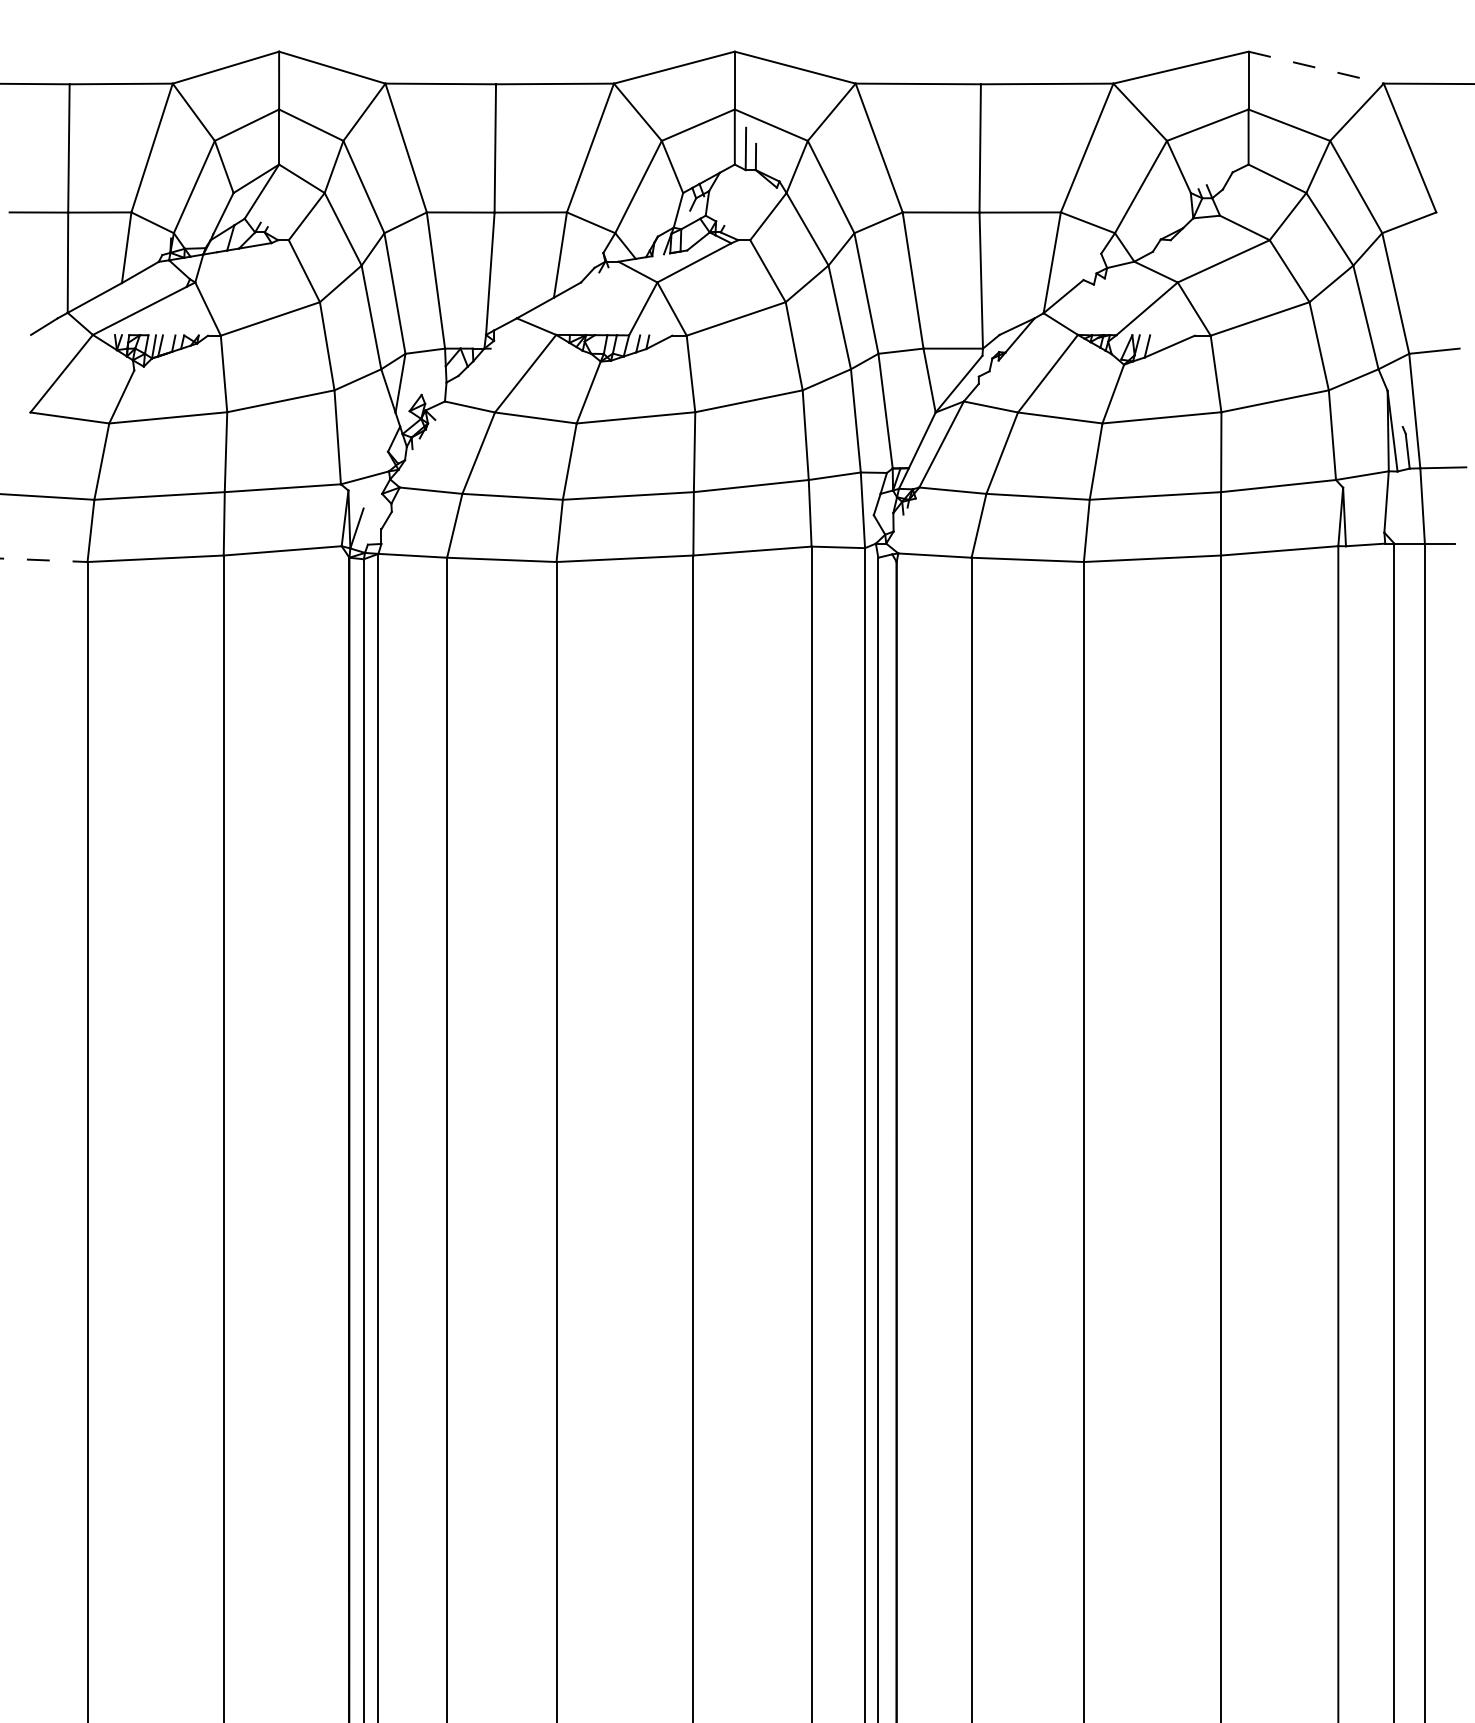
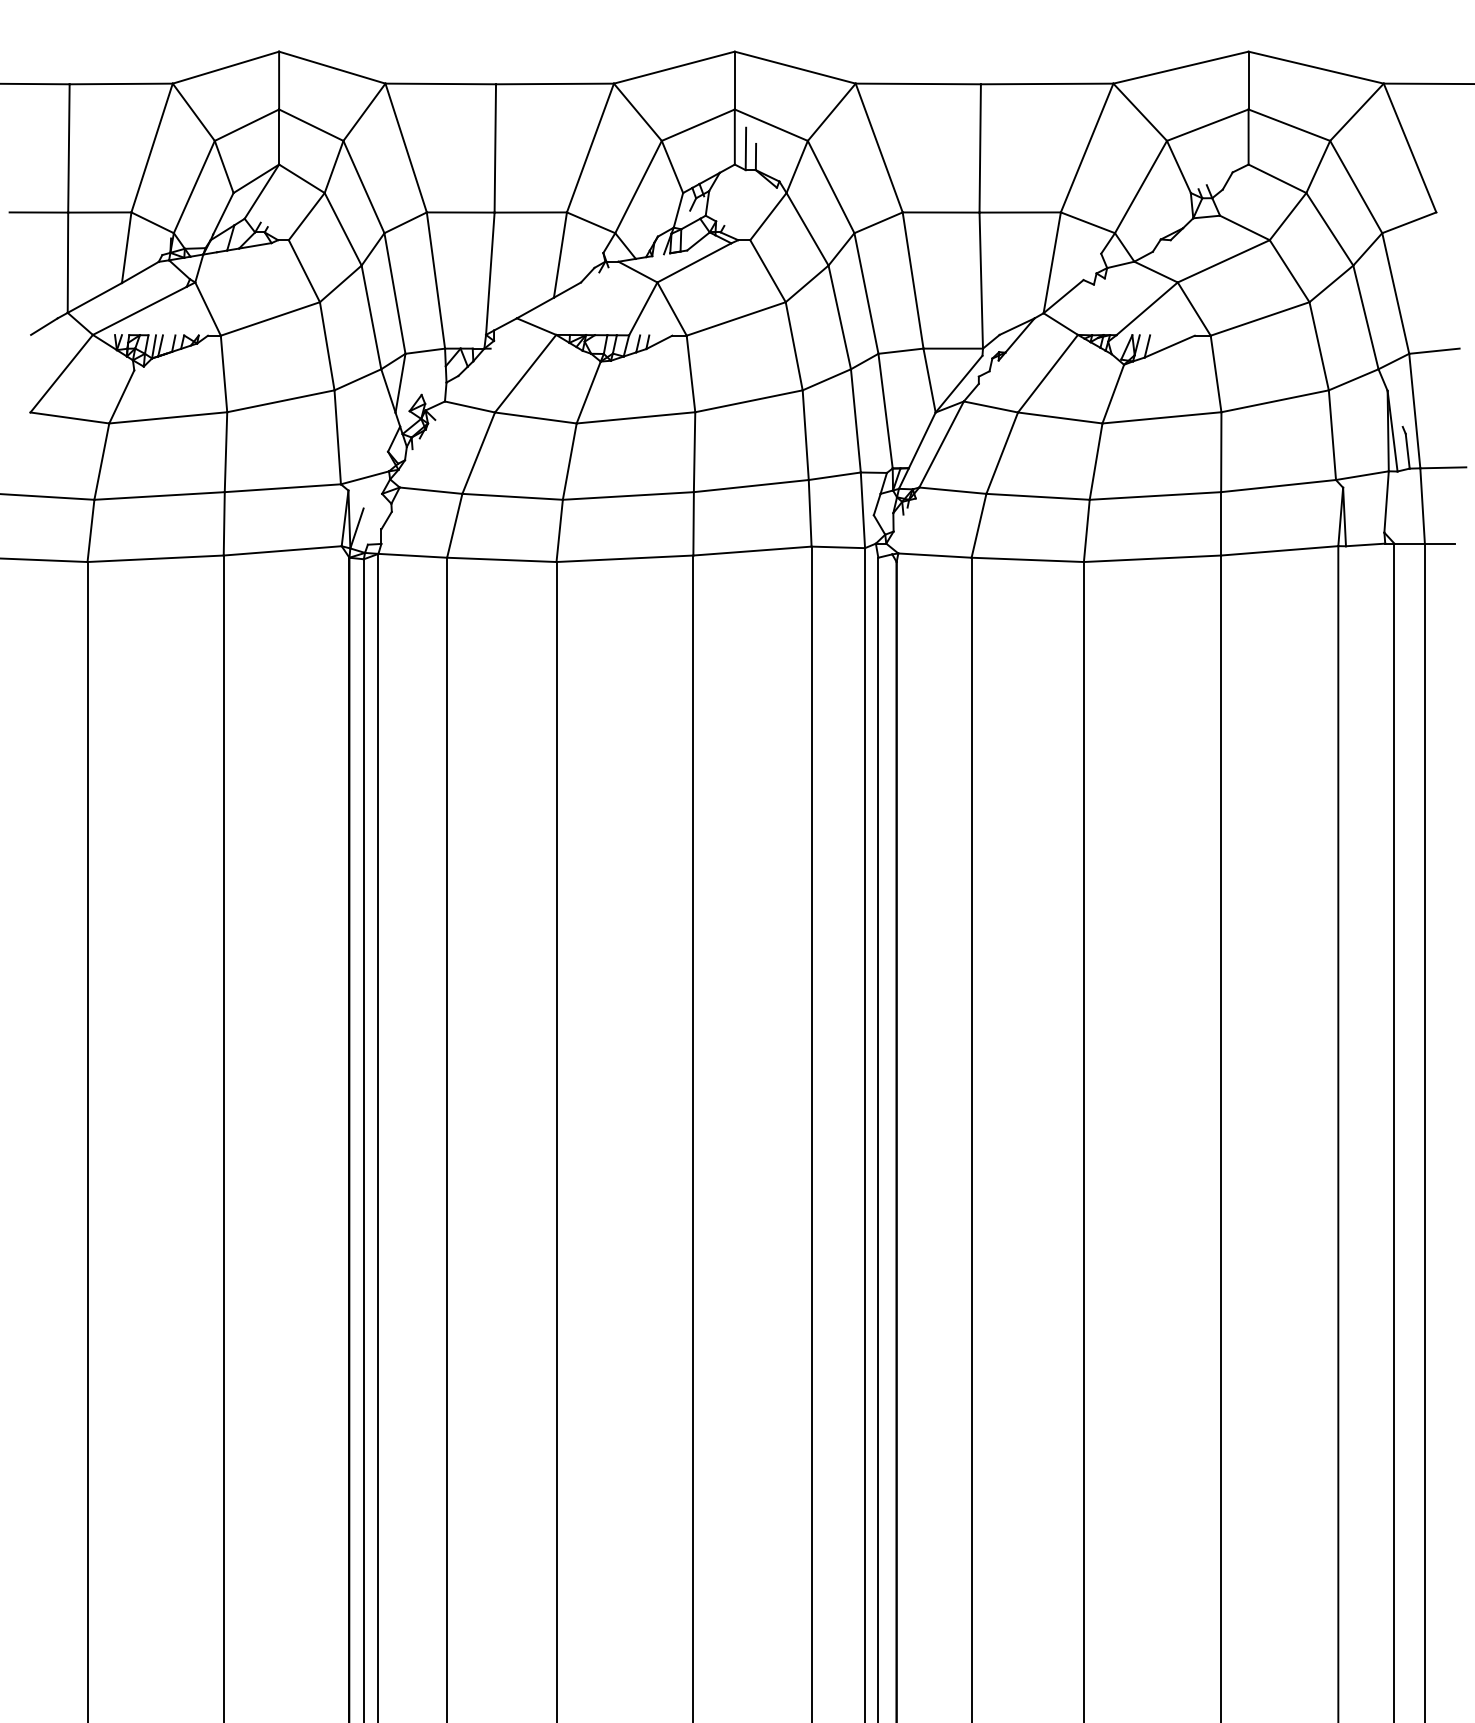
line at (1316, 67): dashed -> solid
line at (43, 560): dashed -> solid
